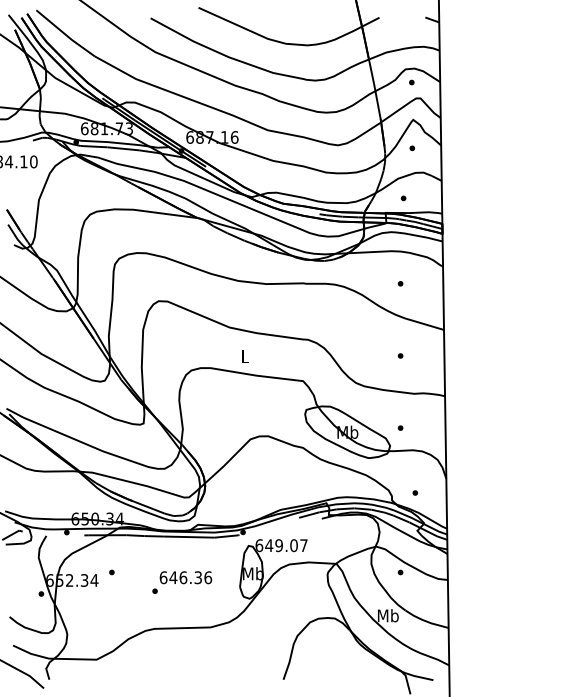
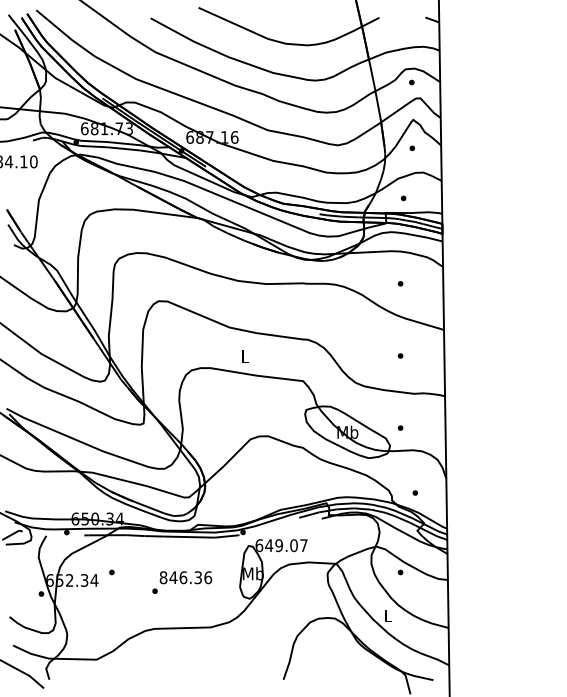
text at (163, 577): 646.36 -> 846.36
text at (388, 615): Mb -> L
